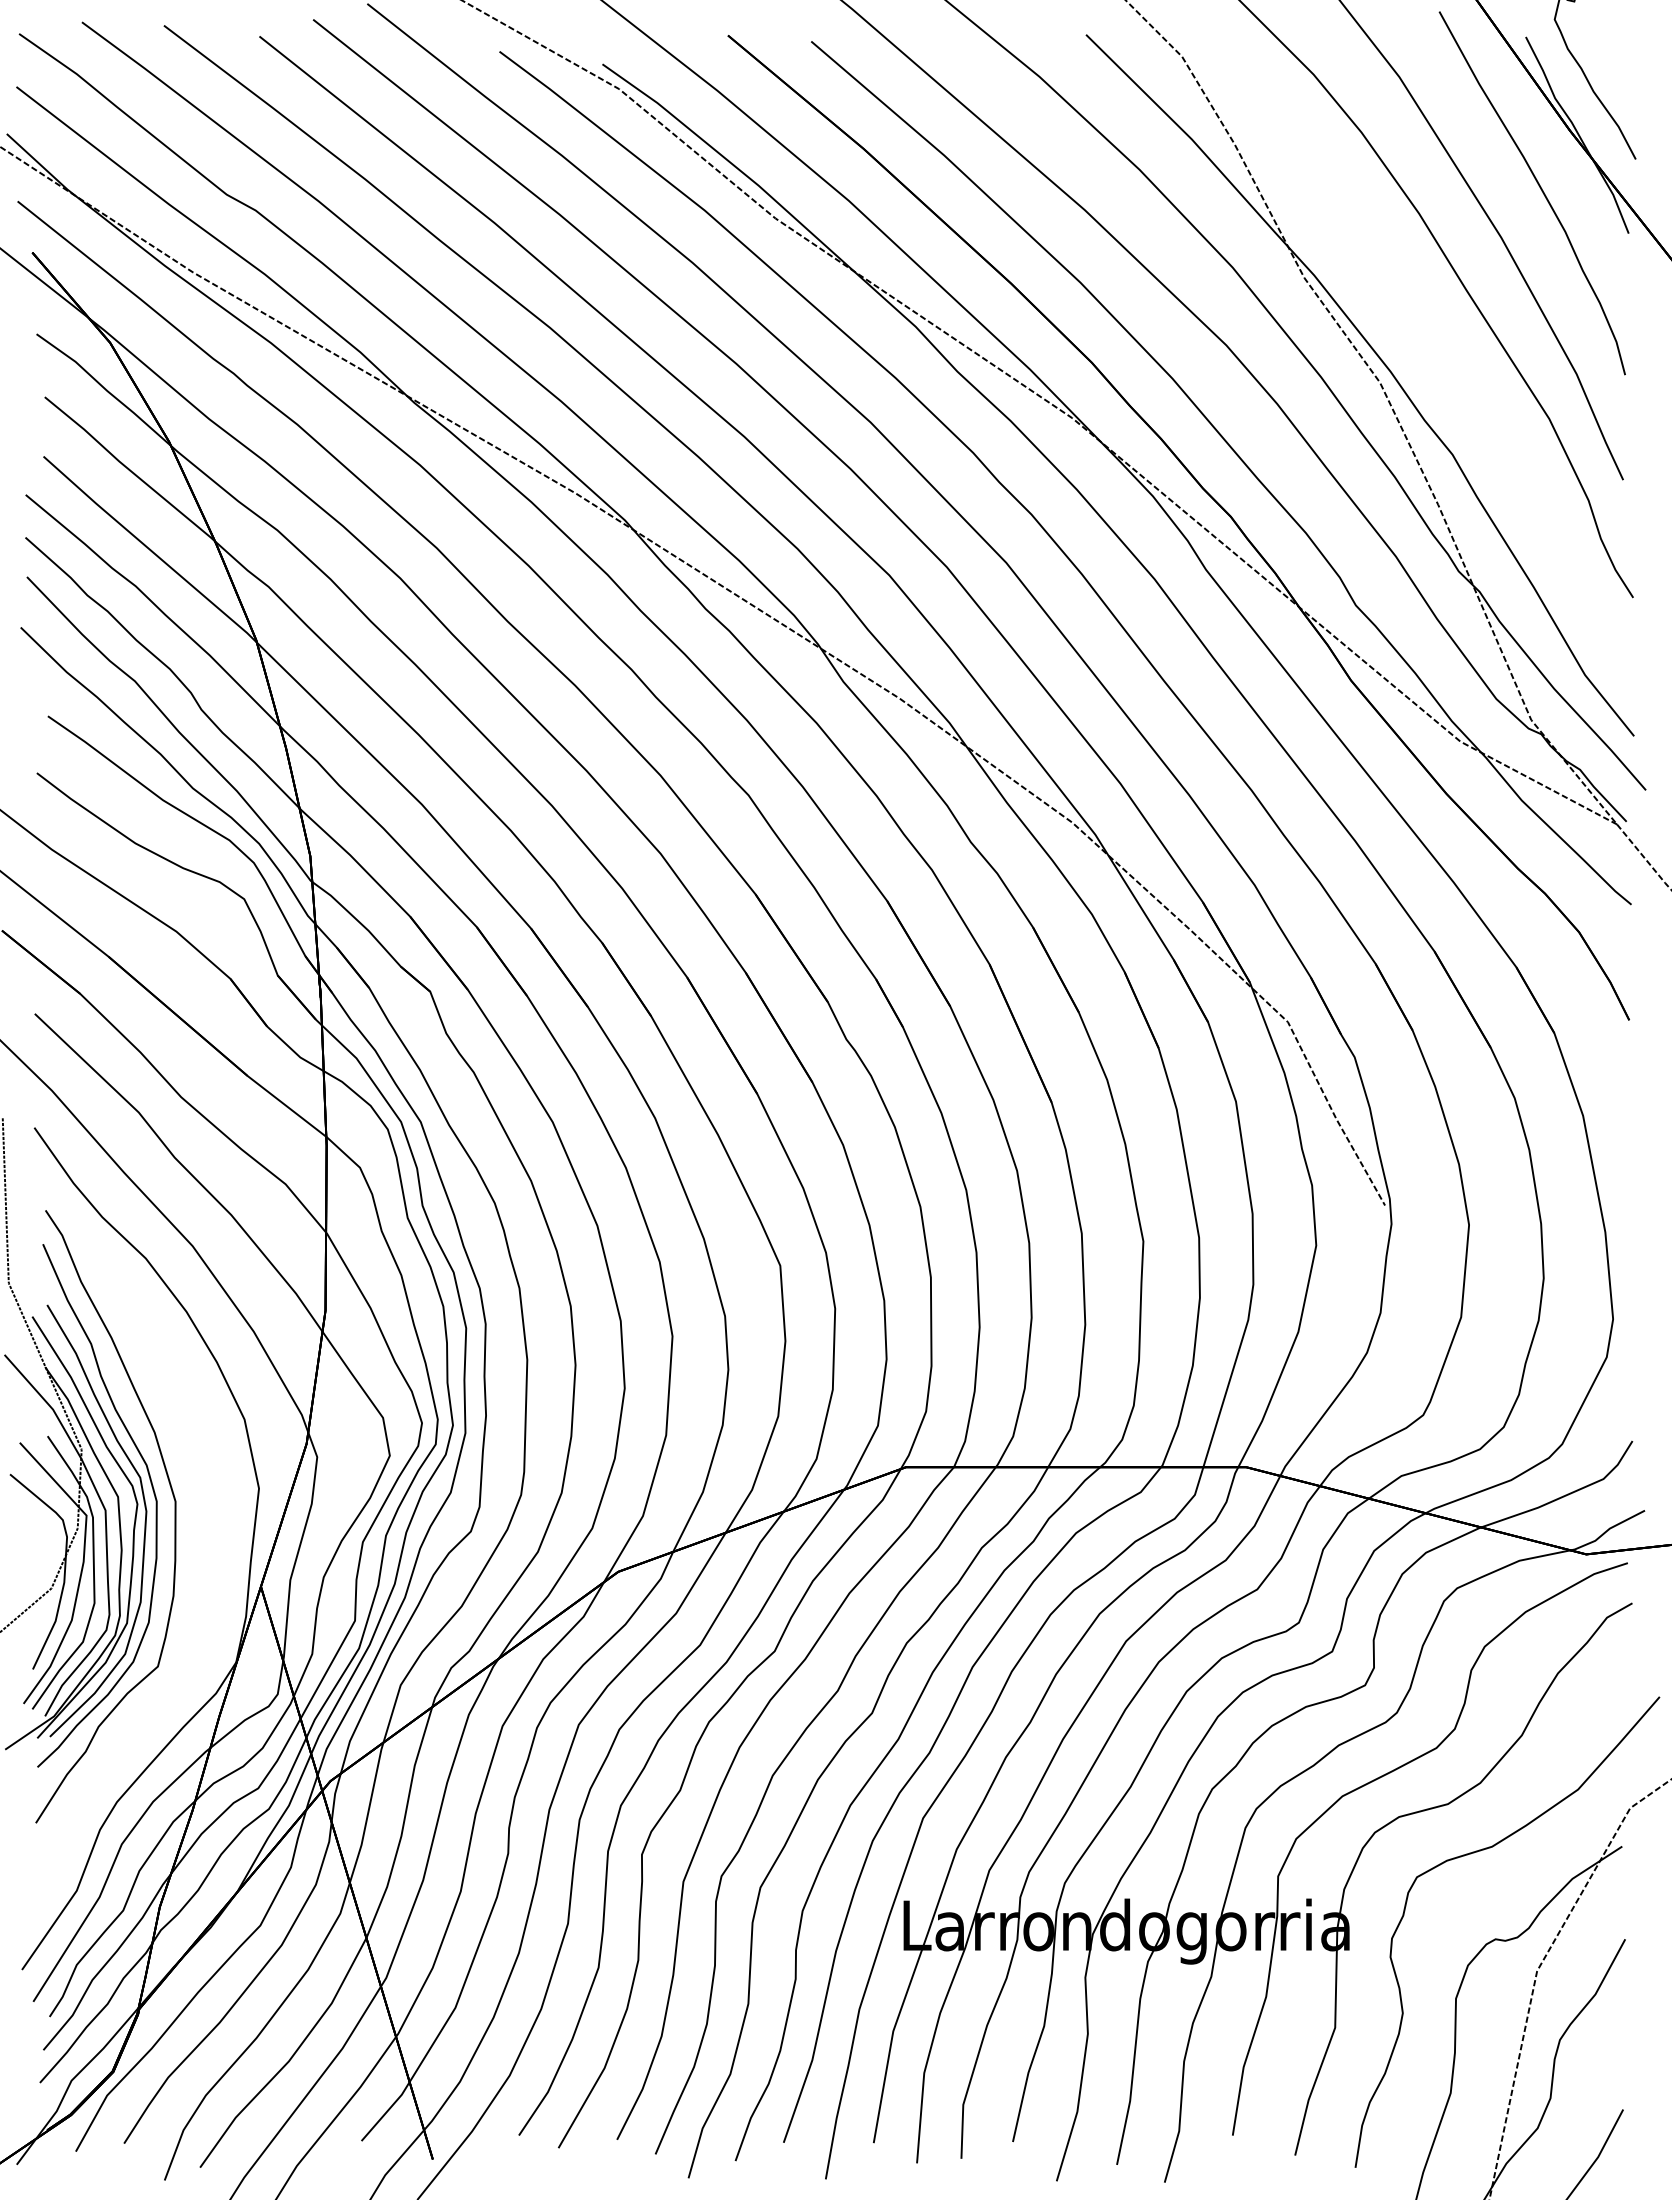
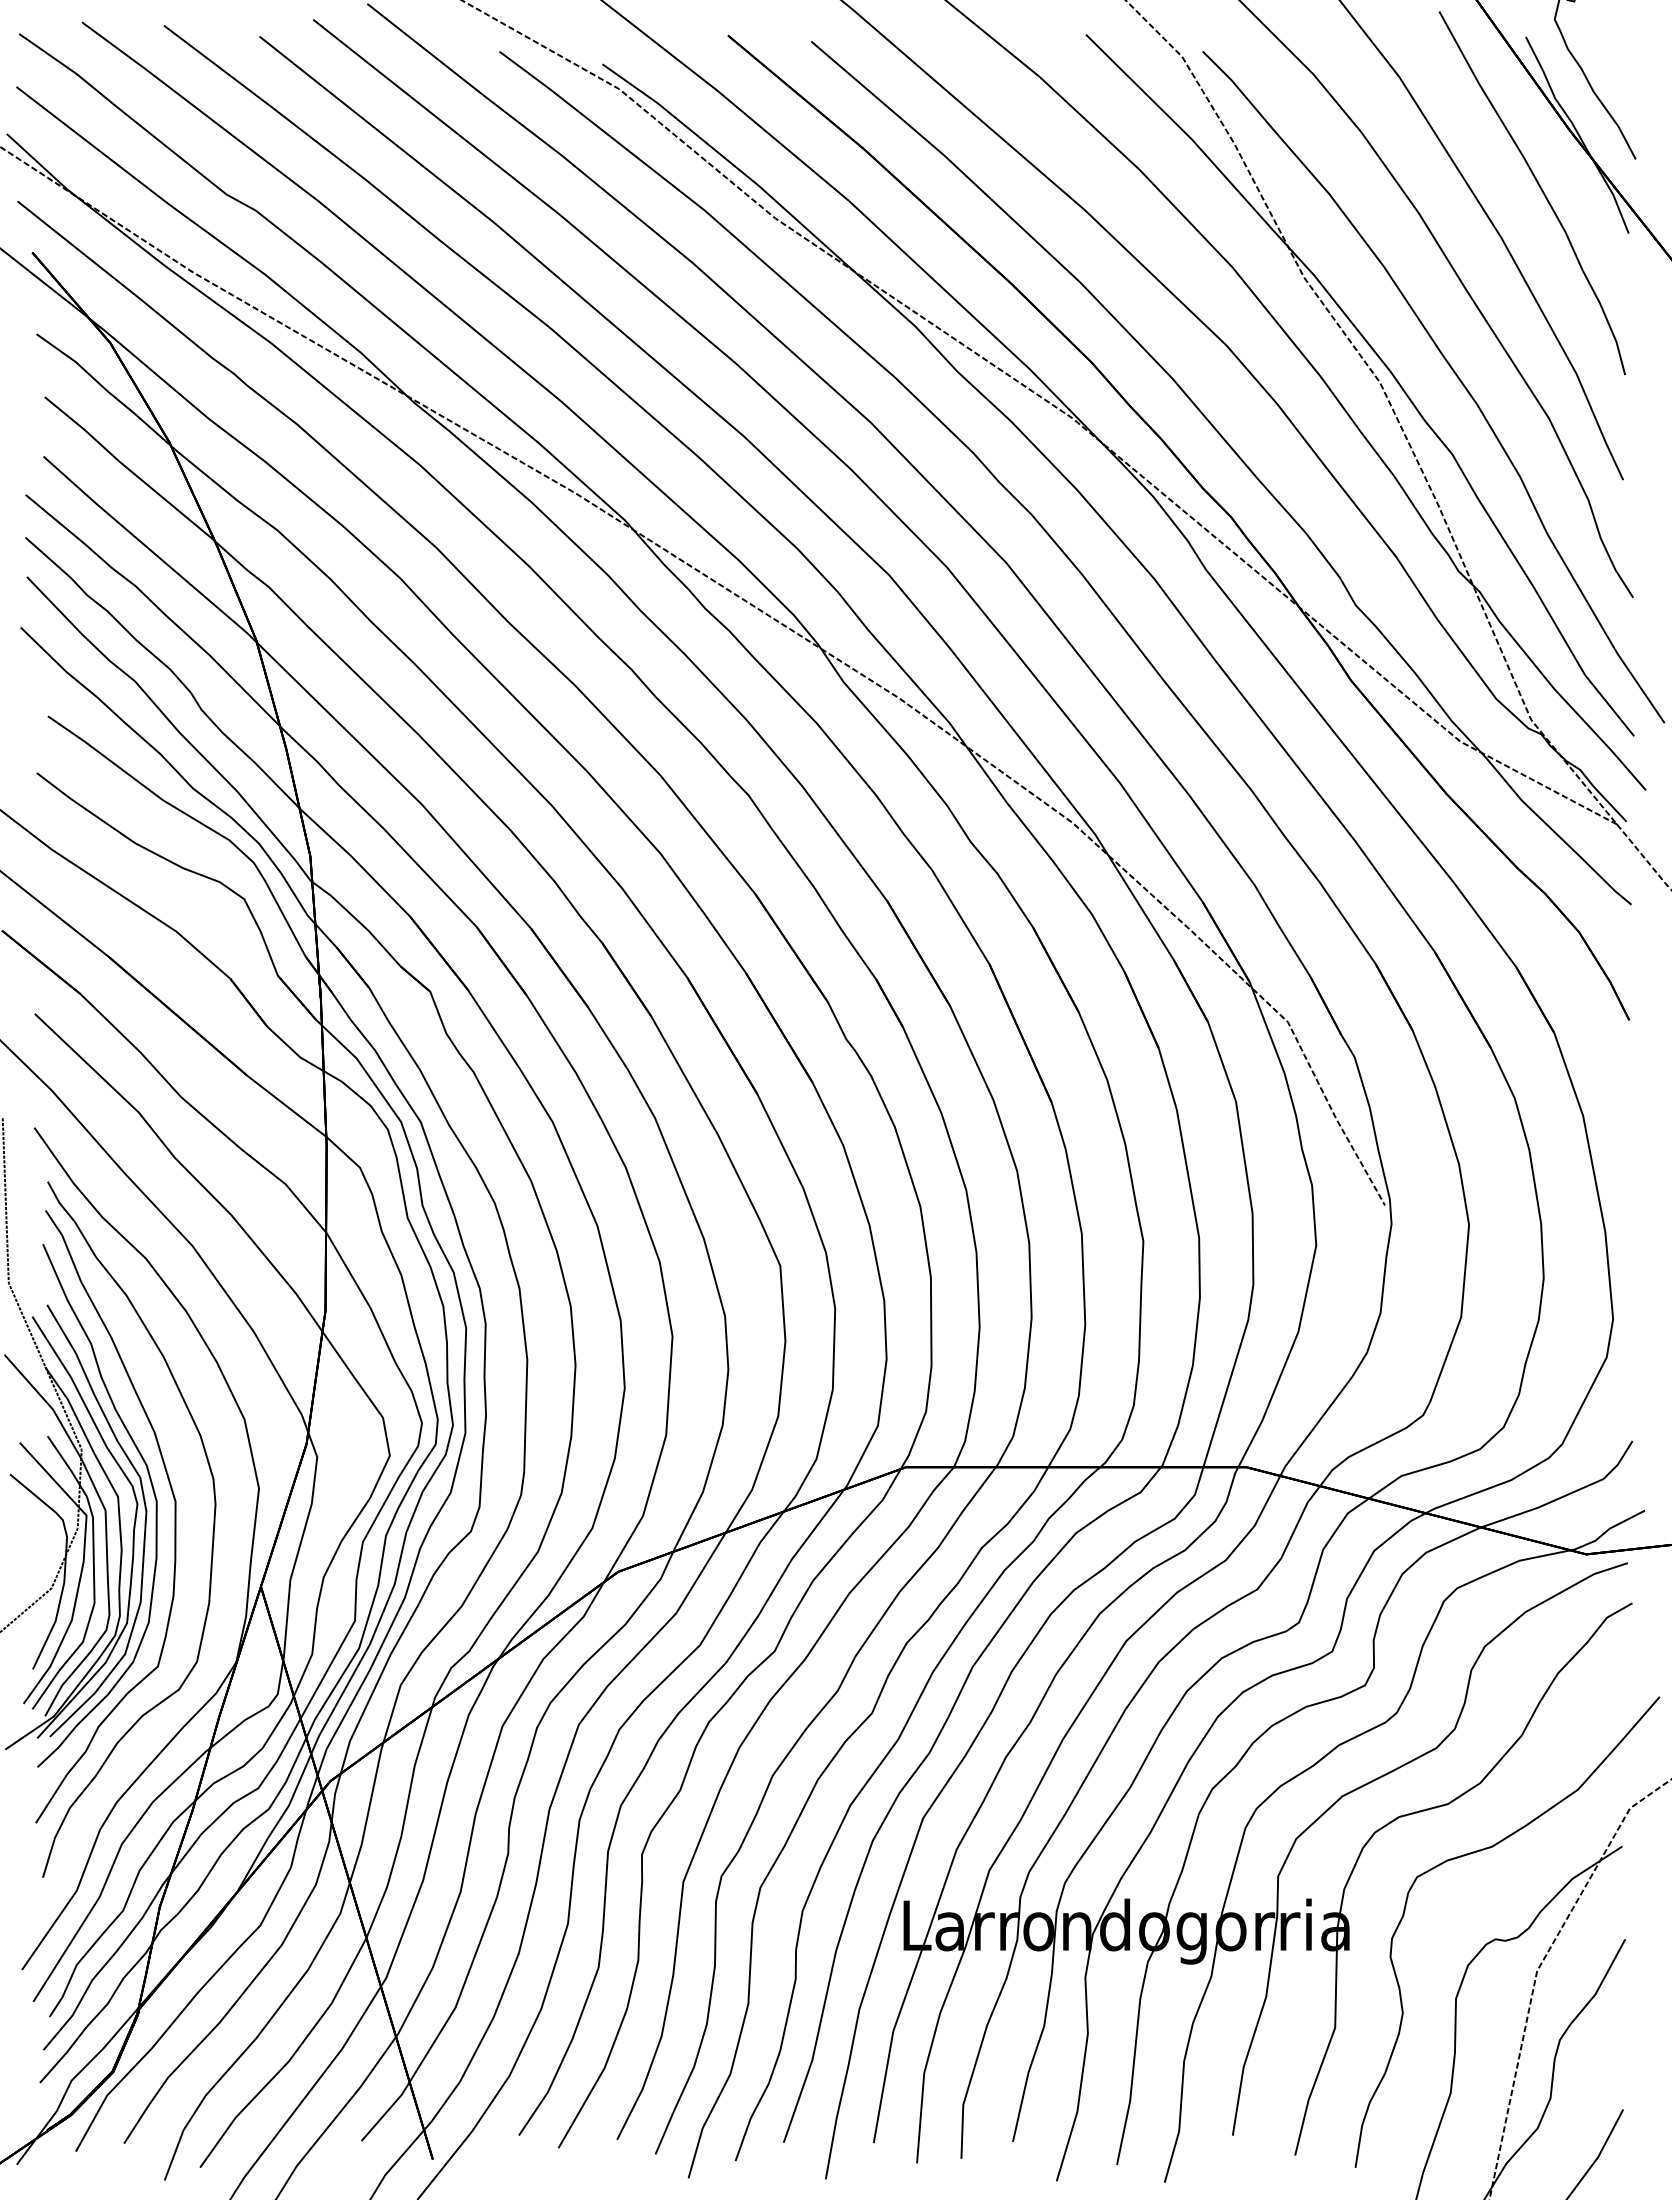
curve at (1453, 372): none -> present
part at (212, 1531): none -> present
